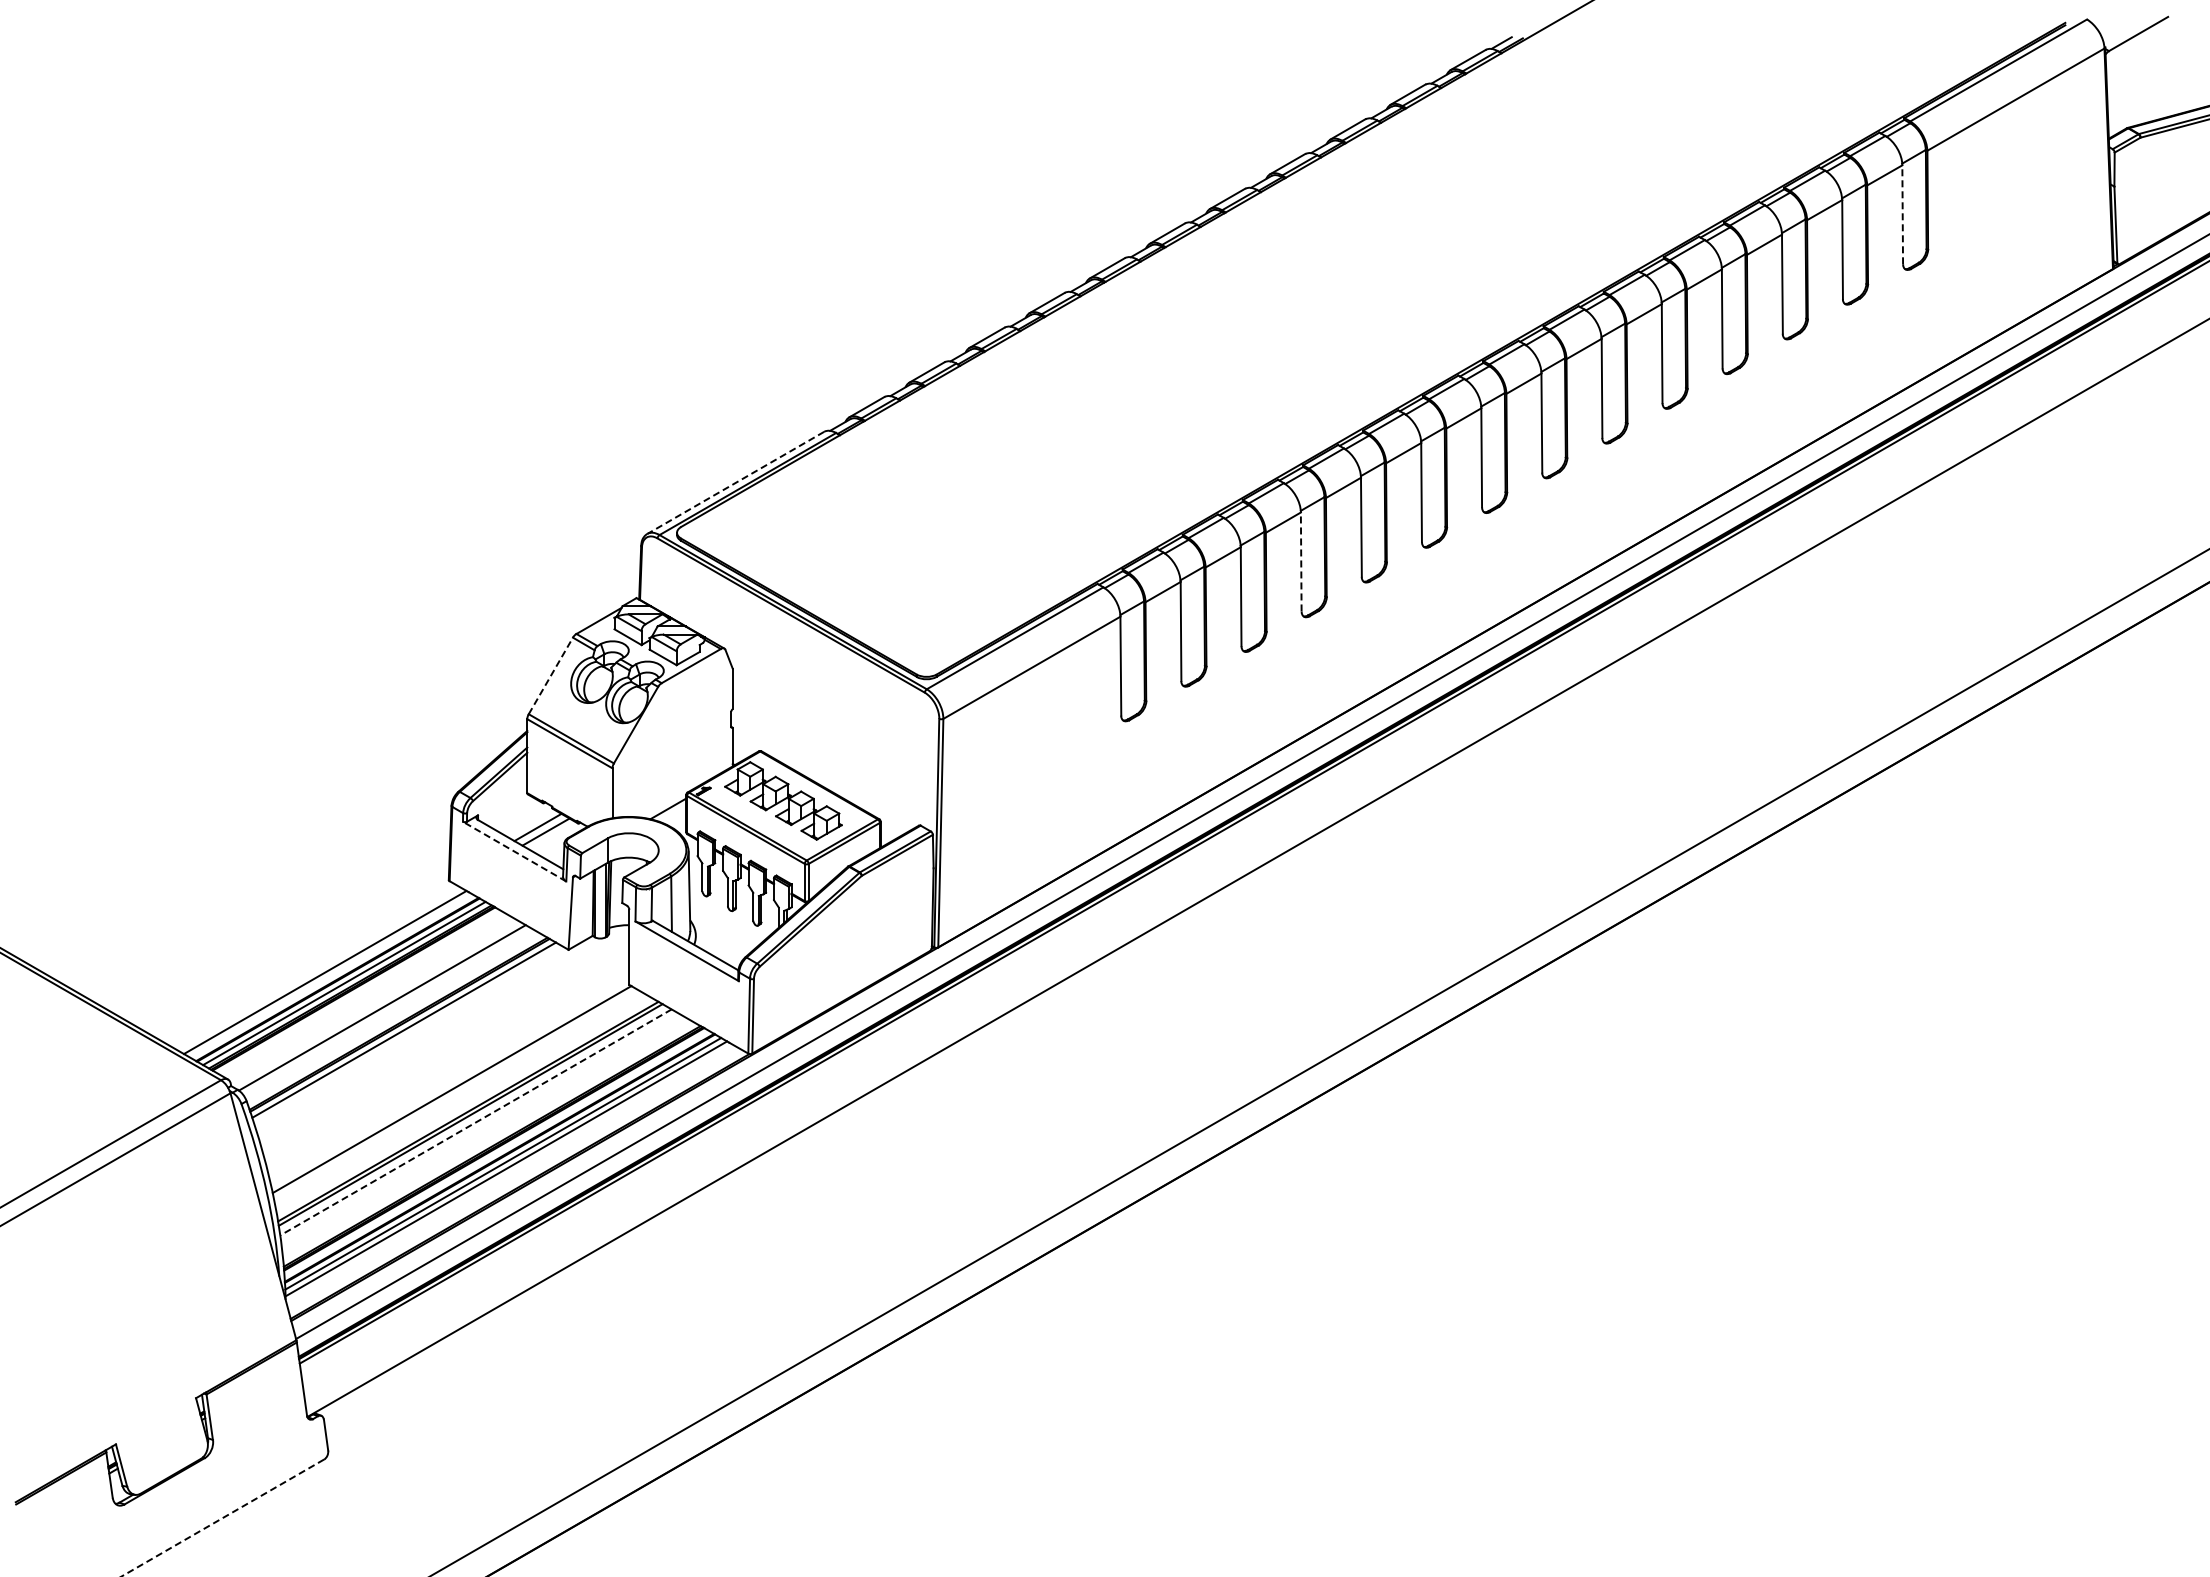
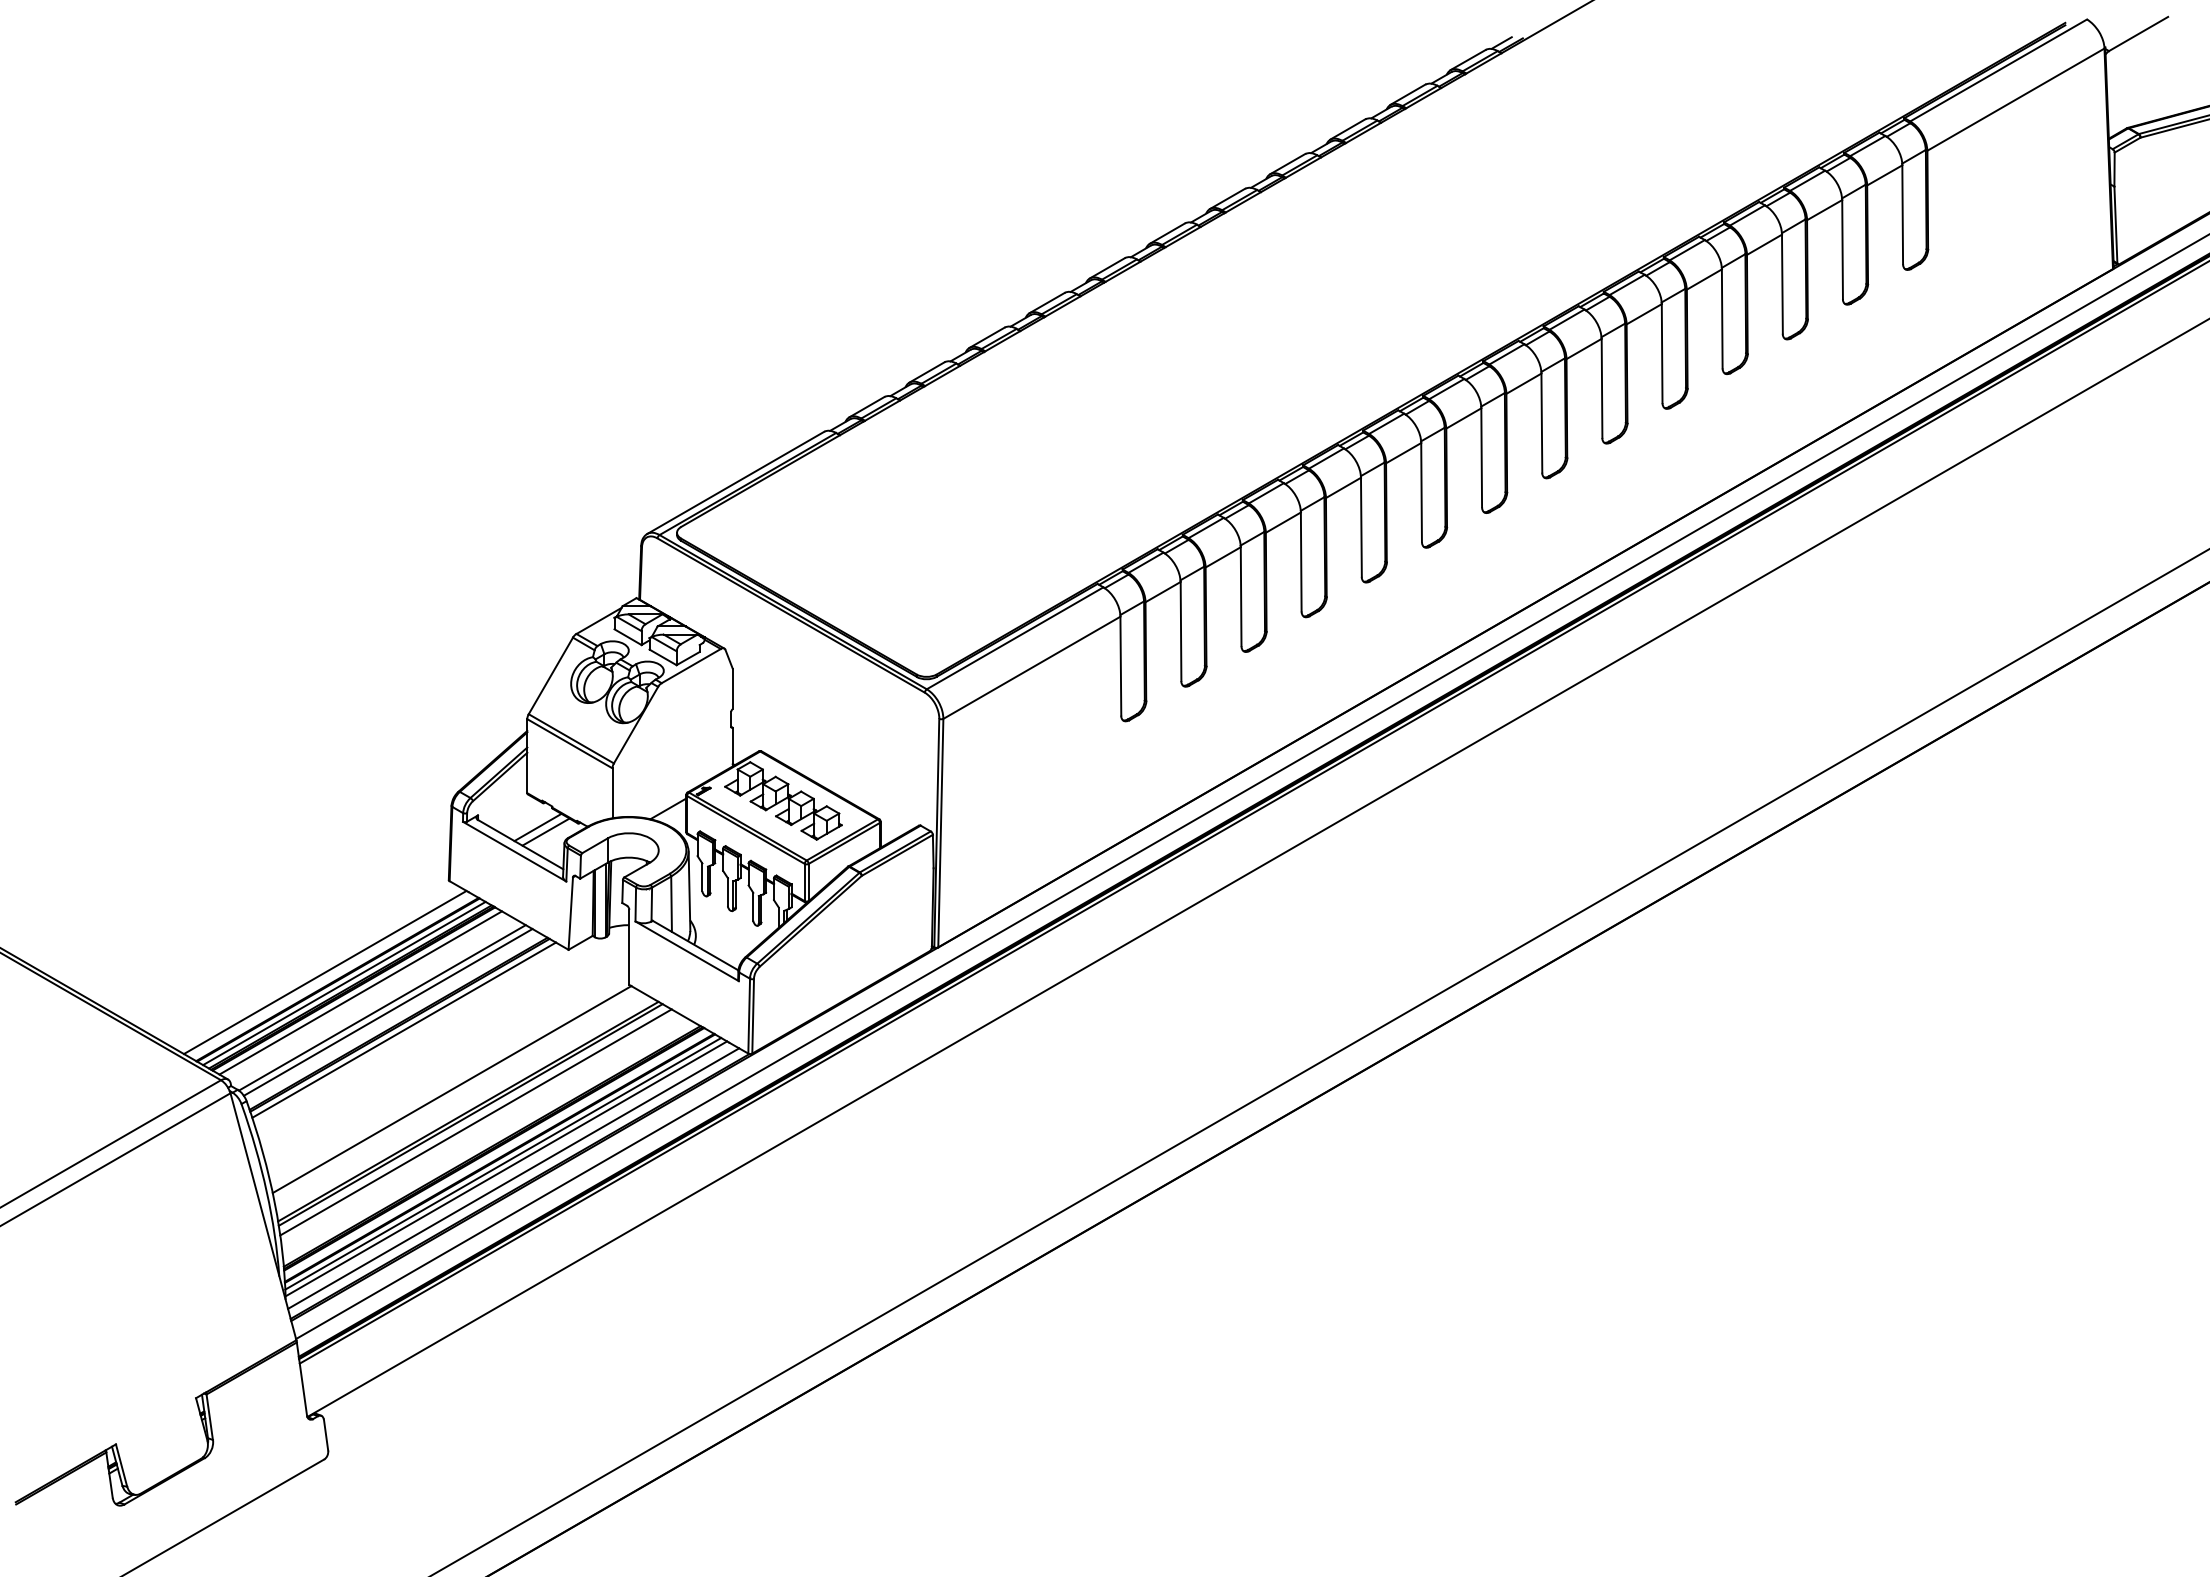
line at (1902, 214): dashed -> solid
line at (735, 483): dashed -> solid
line at (1301, 561): dashed -> solid
line at (551, 675): dashed -> solid
line at (514, 851): dashed -> solid
line at (360, 992): none -> present
line at (387, 1011): none -> present
line at (475, 1122): dashed -> solid
line at (513, 1178): none -> present
line at (222, 1518): dashed -> solid
